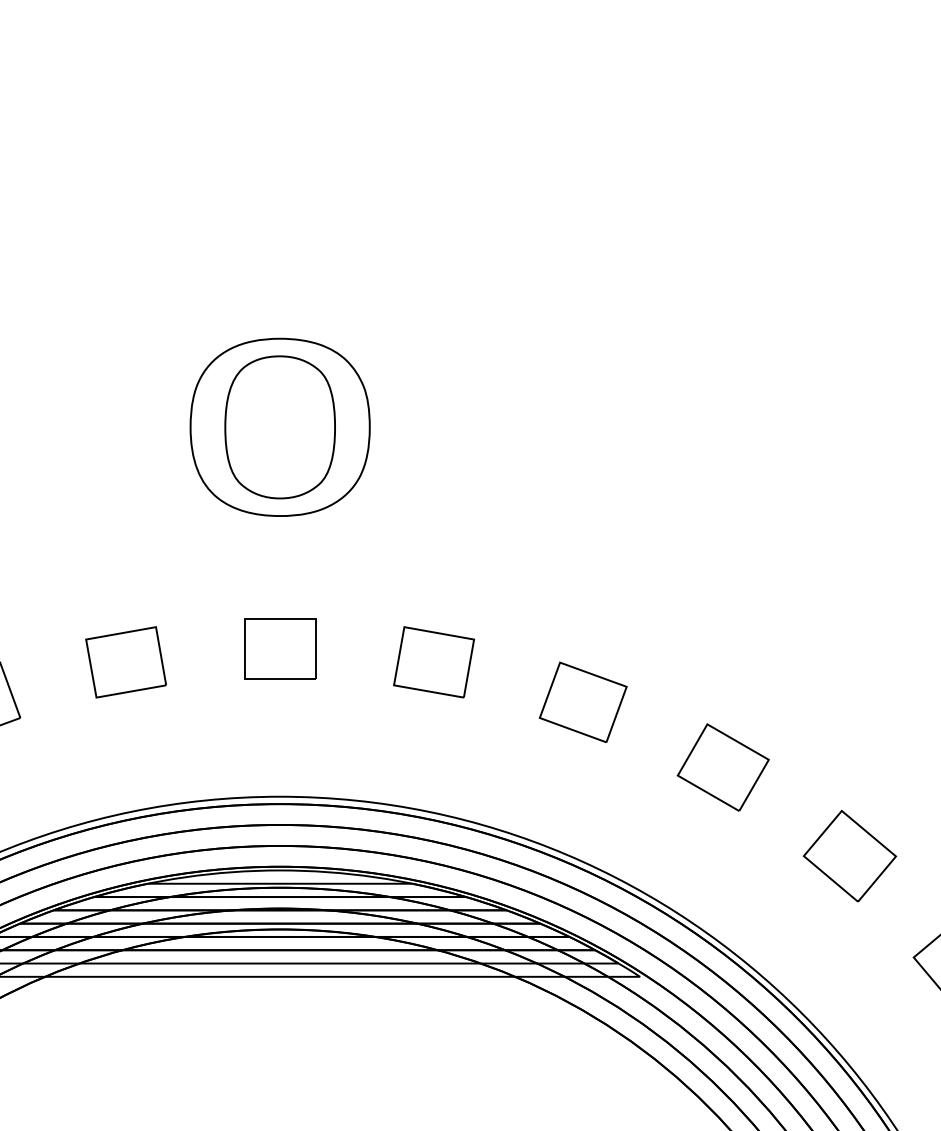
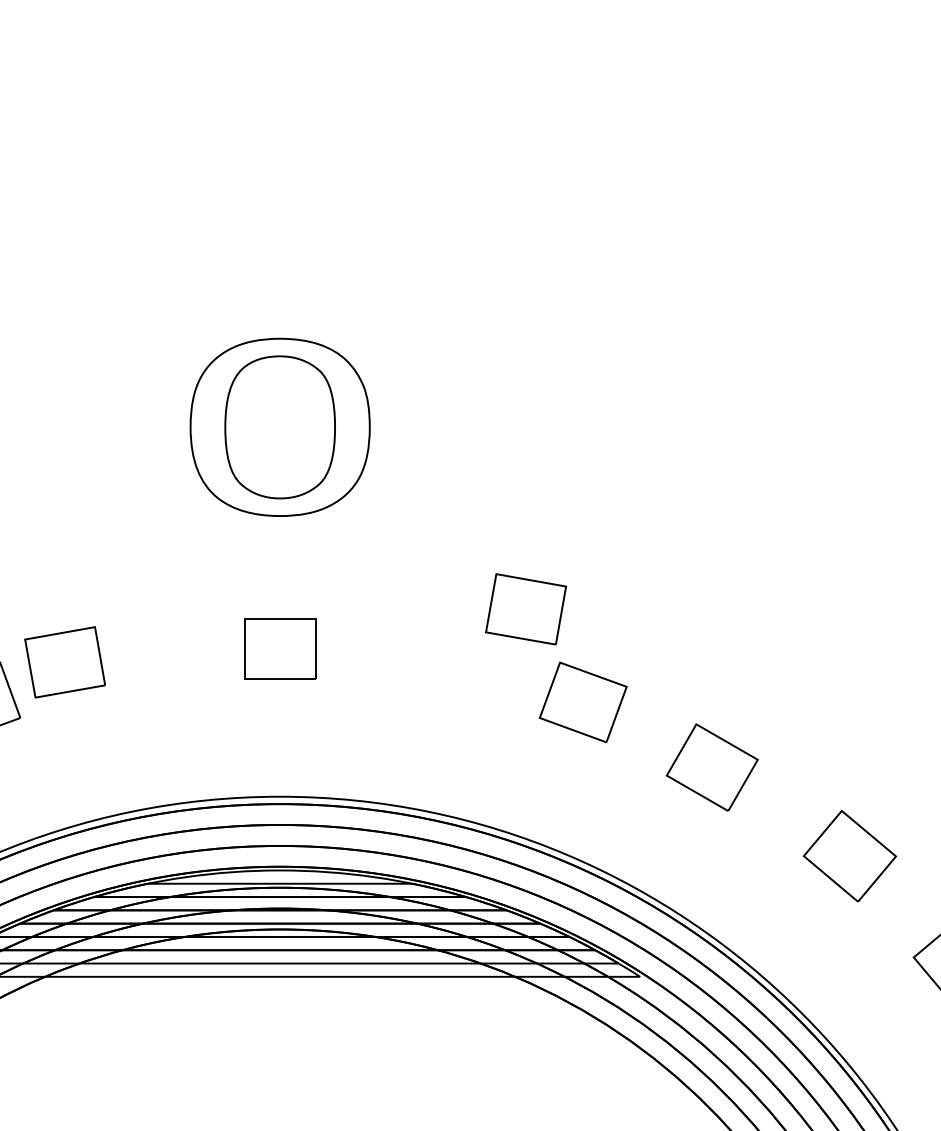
part at (125, 662) position: (125, 662) -> (64, 662)
part at (433, 662) position: (433, 662) -> (525, 609)
part at (722, 767) position: (722, 767) -> (711, 767)
